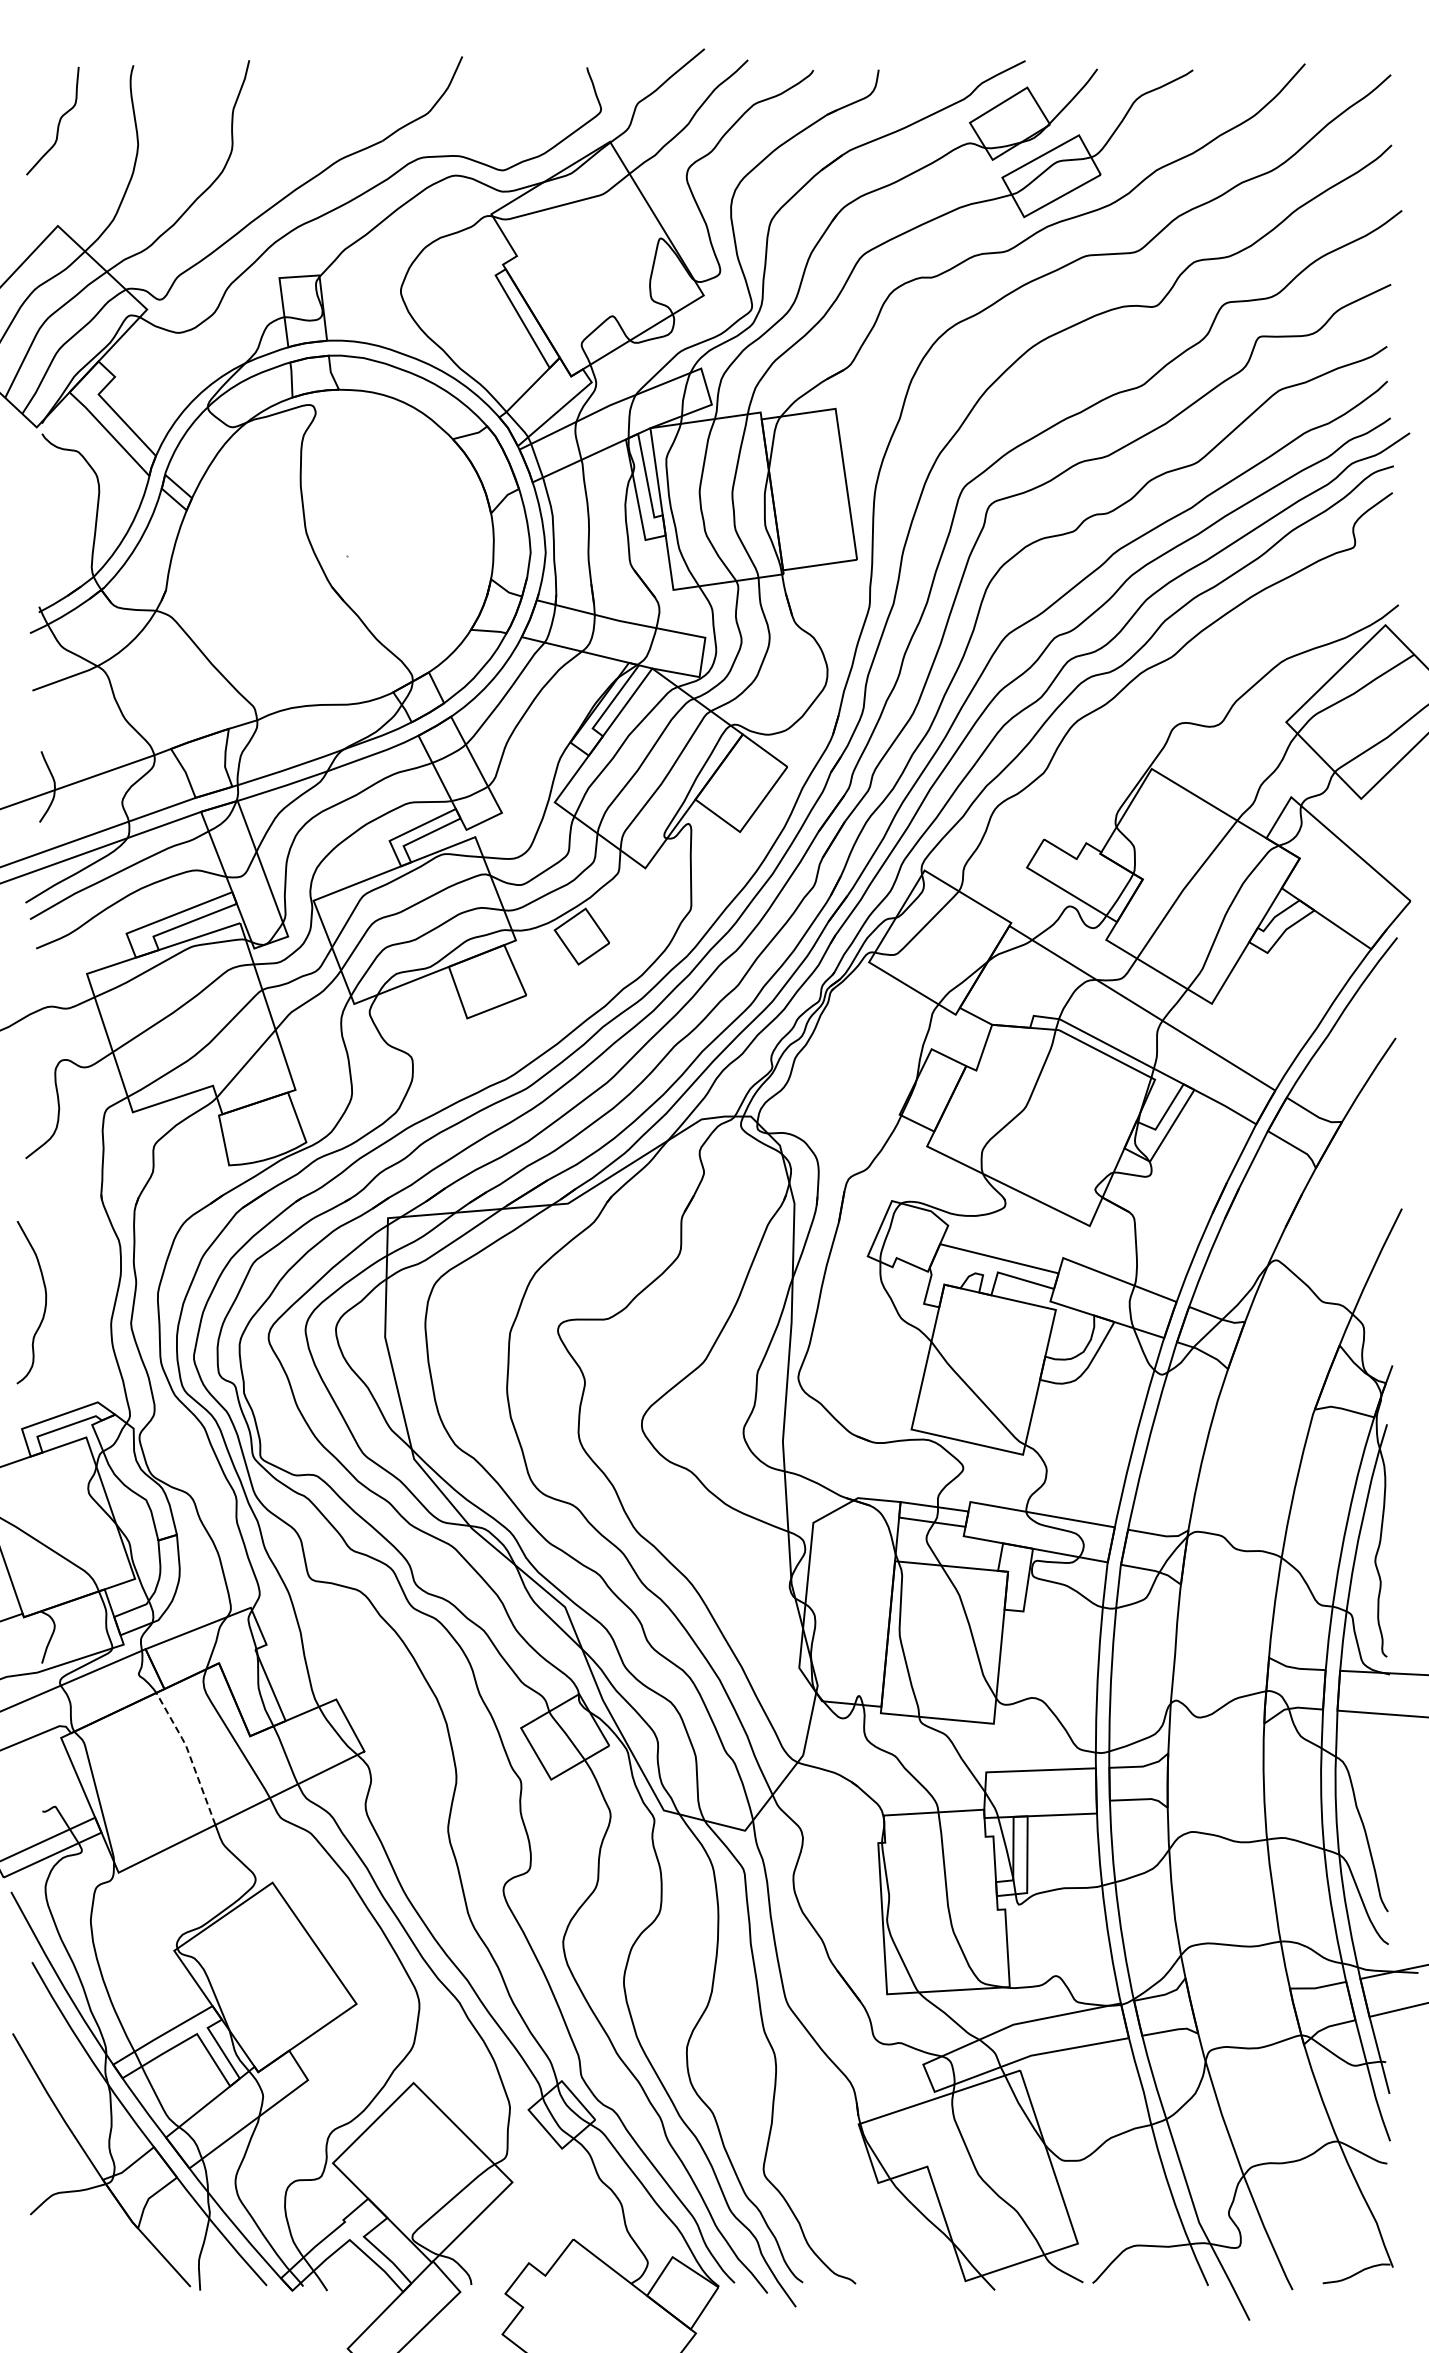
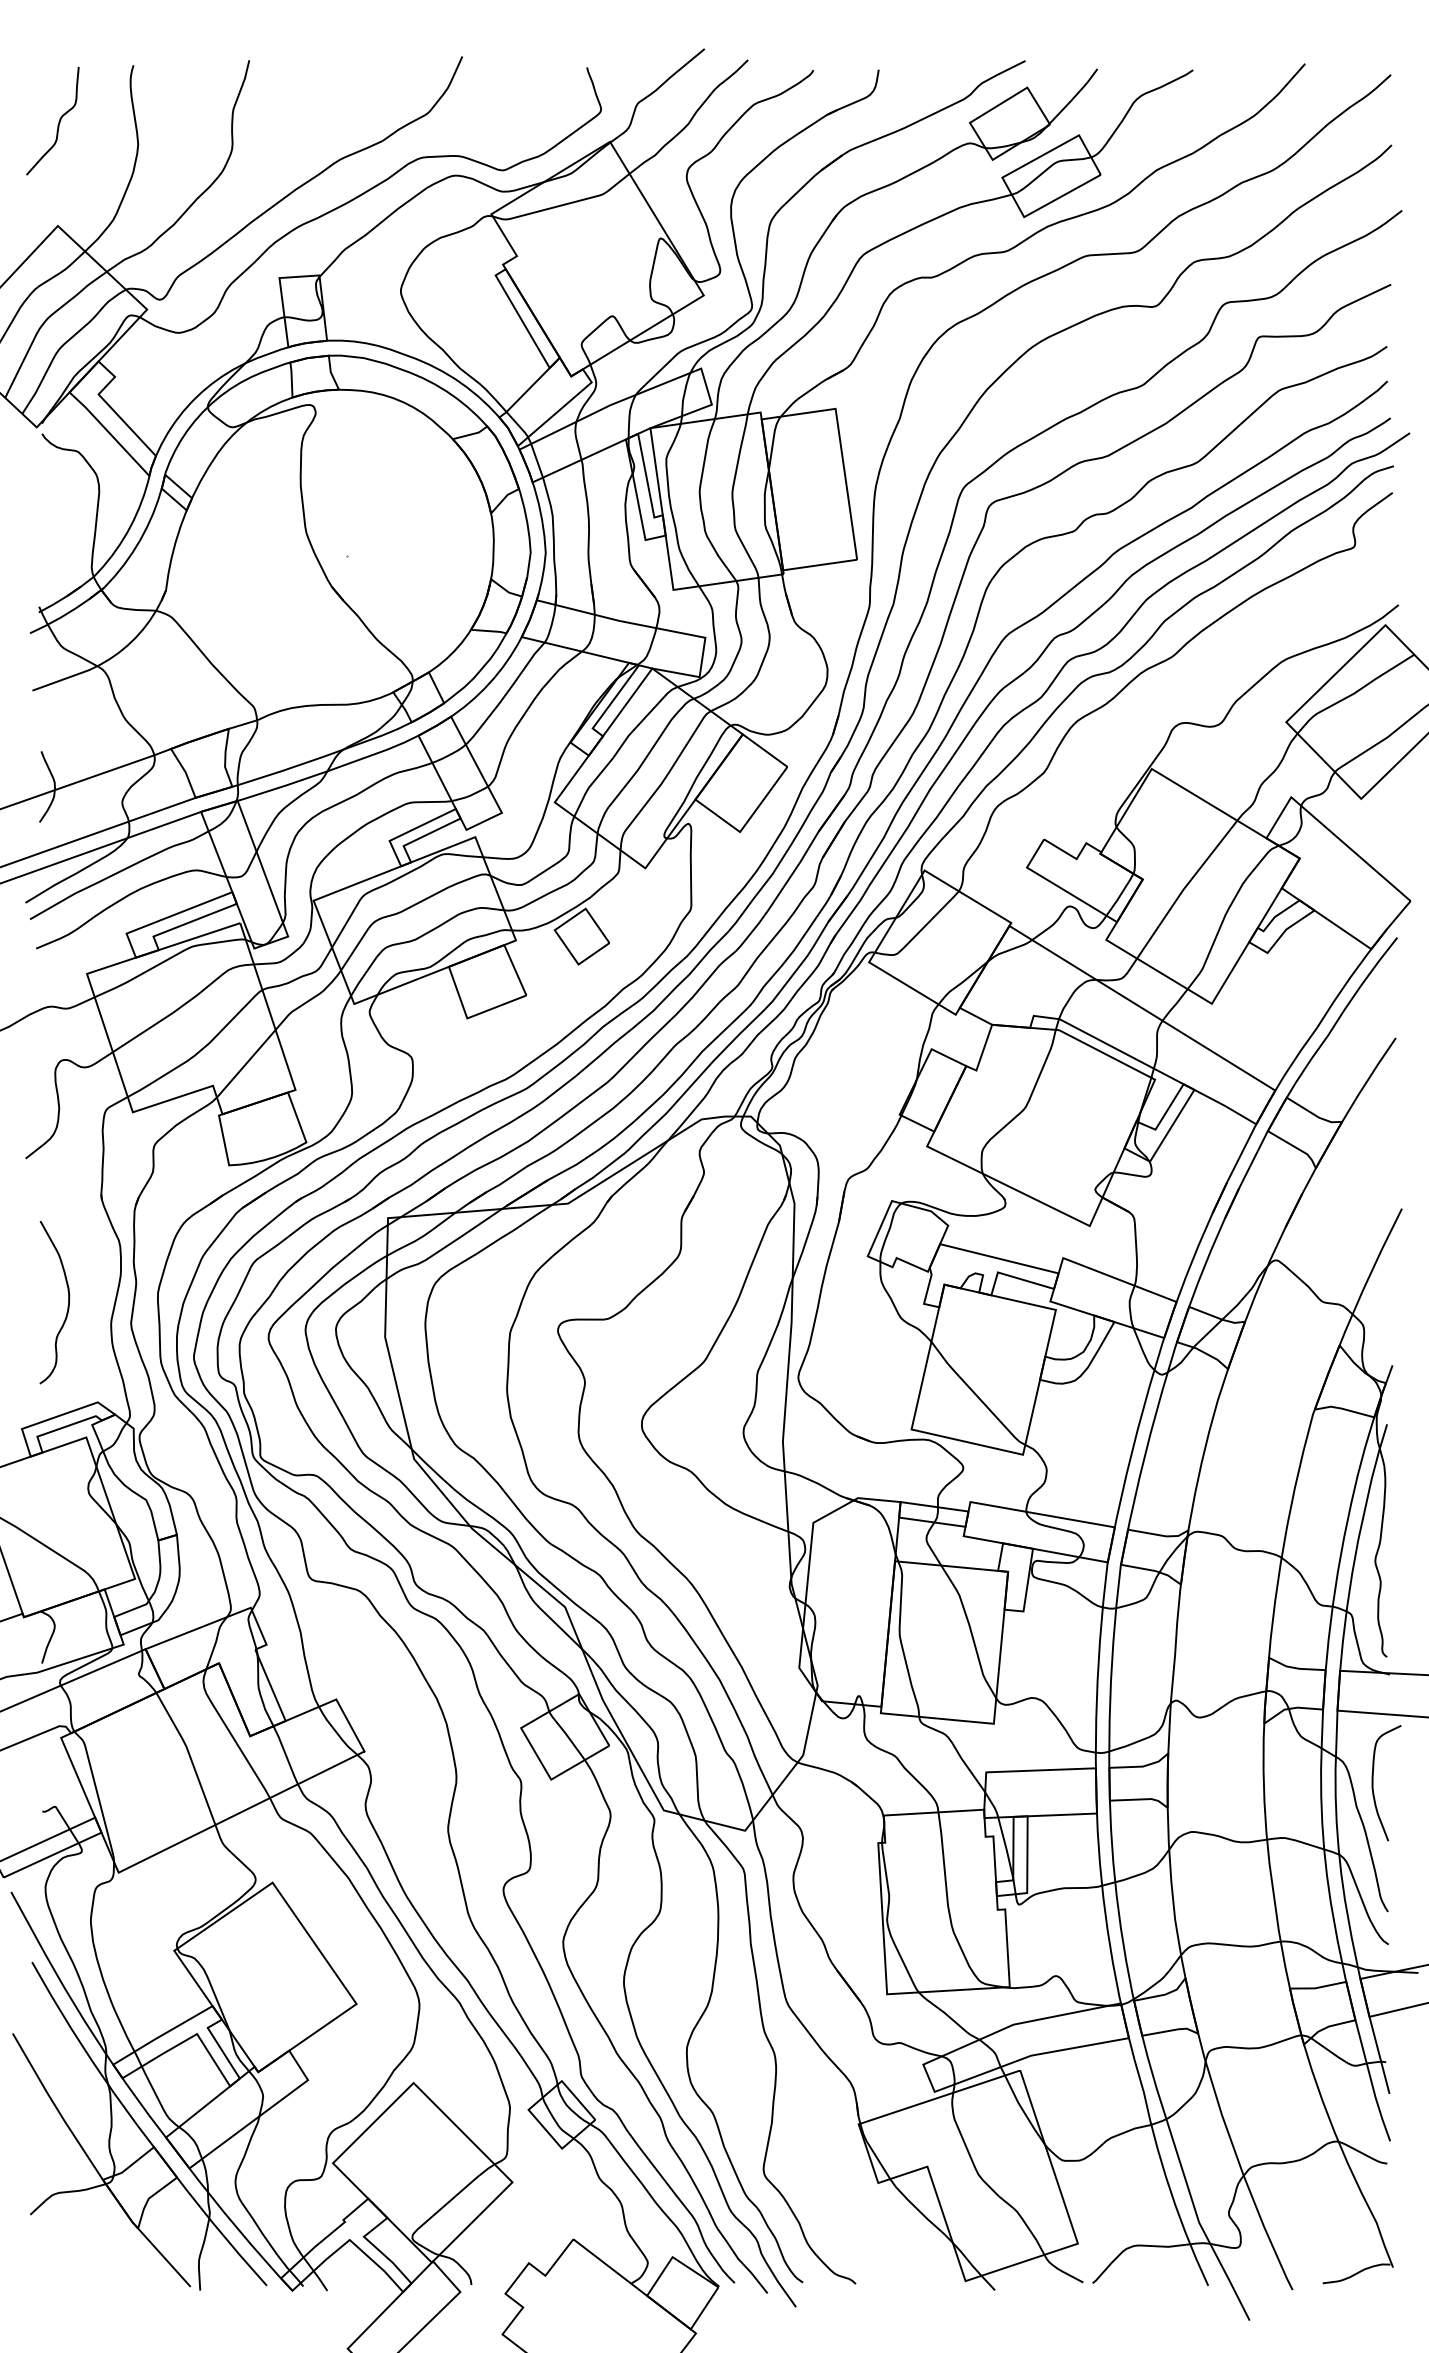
curve at (44, 1306) position: (44, 1306) -> (67, 1306)
line at (189, 1755): dashed -> solid
curve at (1373, 1783): none -> present
